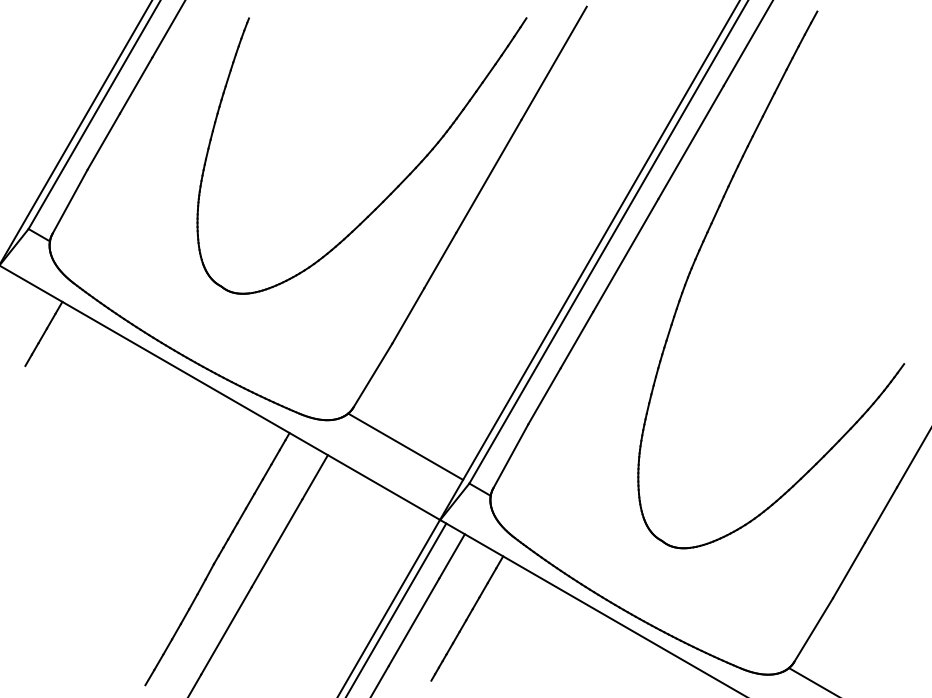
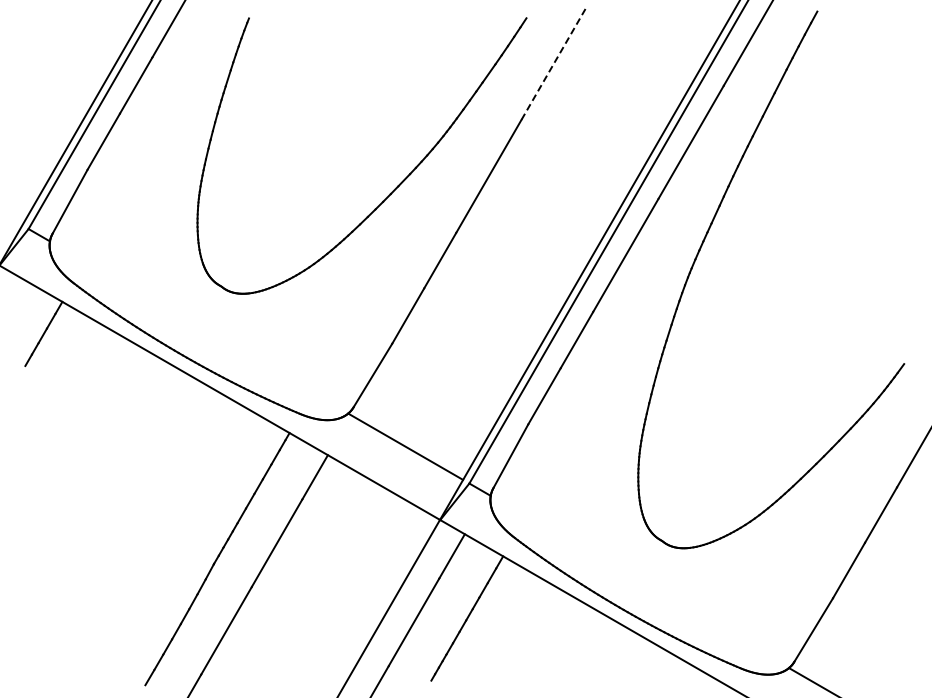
line at (554, 62): solid -> dashed
line at (396, 608): present -> none
